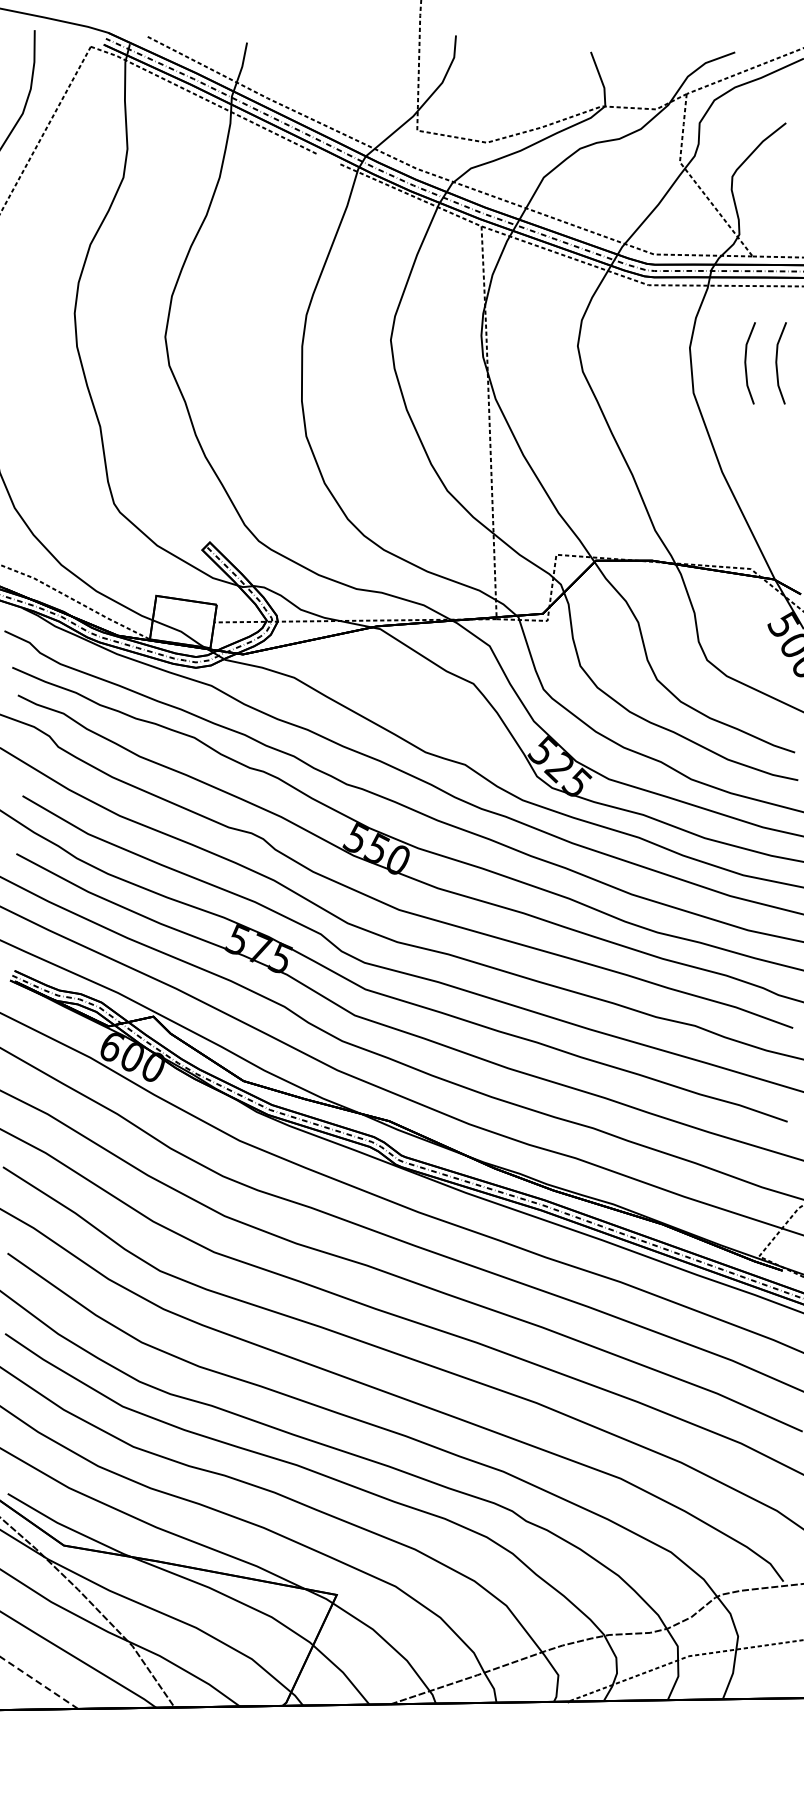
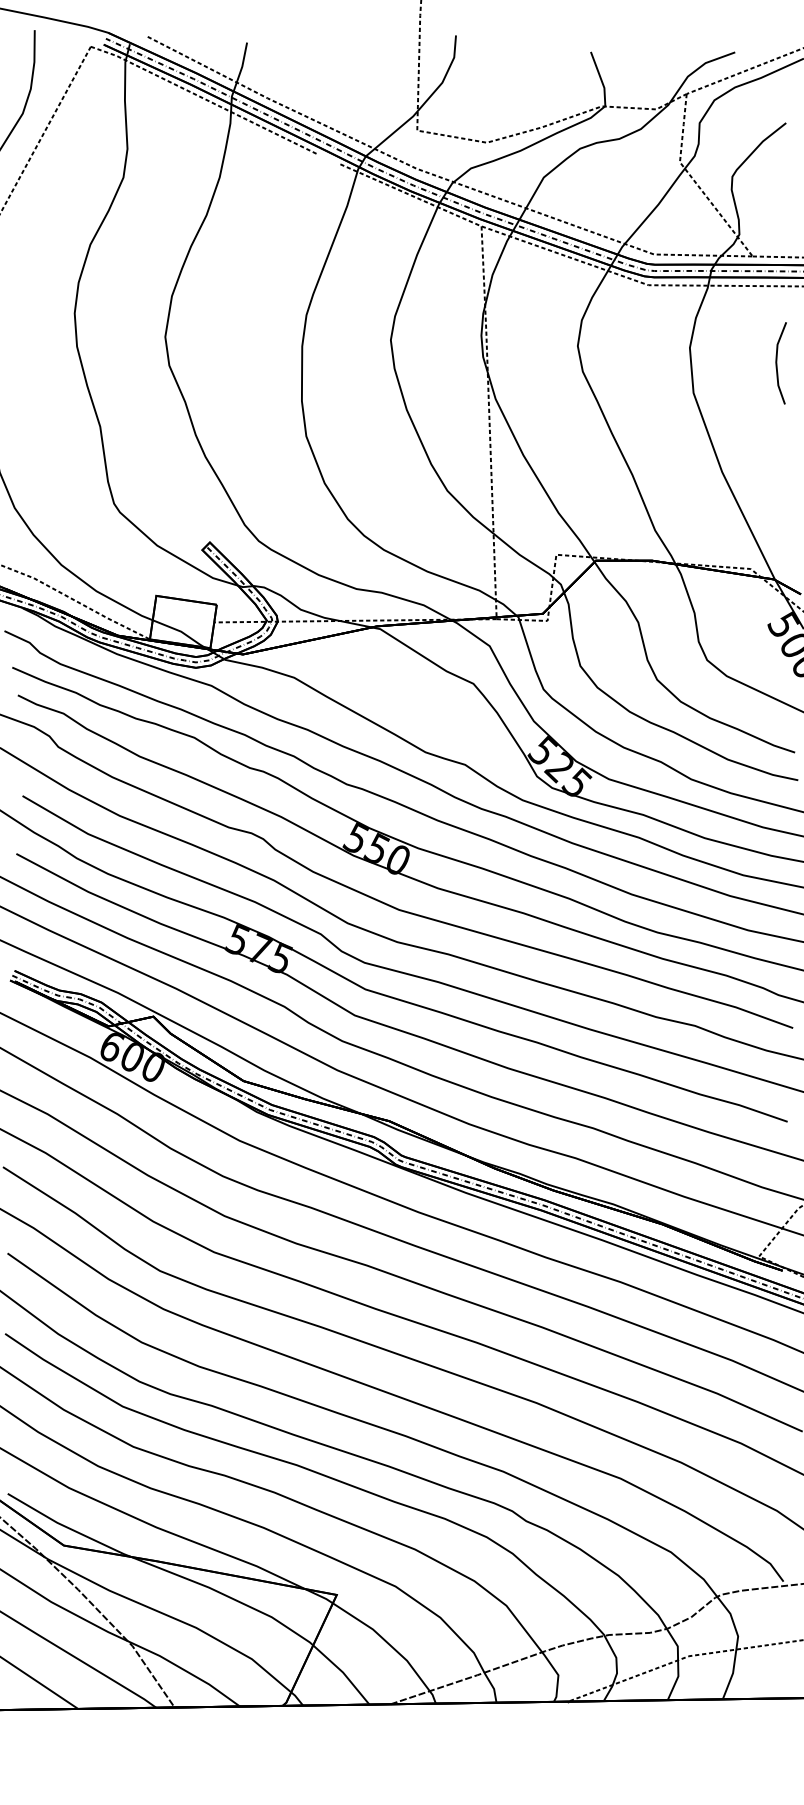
line at (746, 363): present -> none
line at (39, 1682): dashed -> solid
